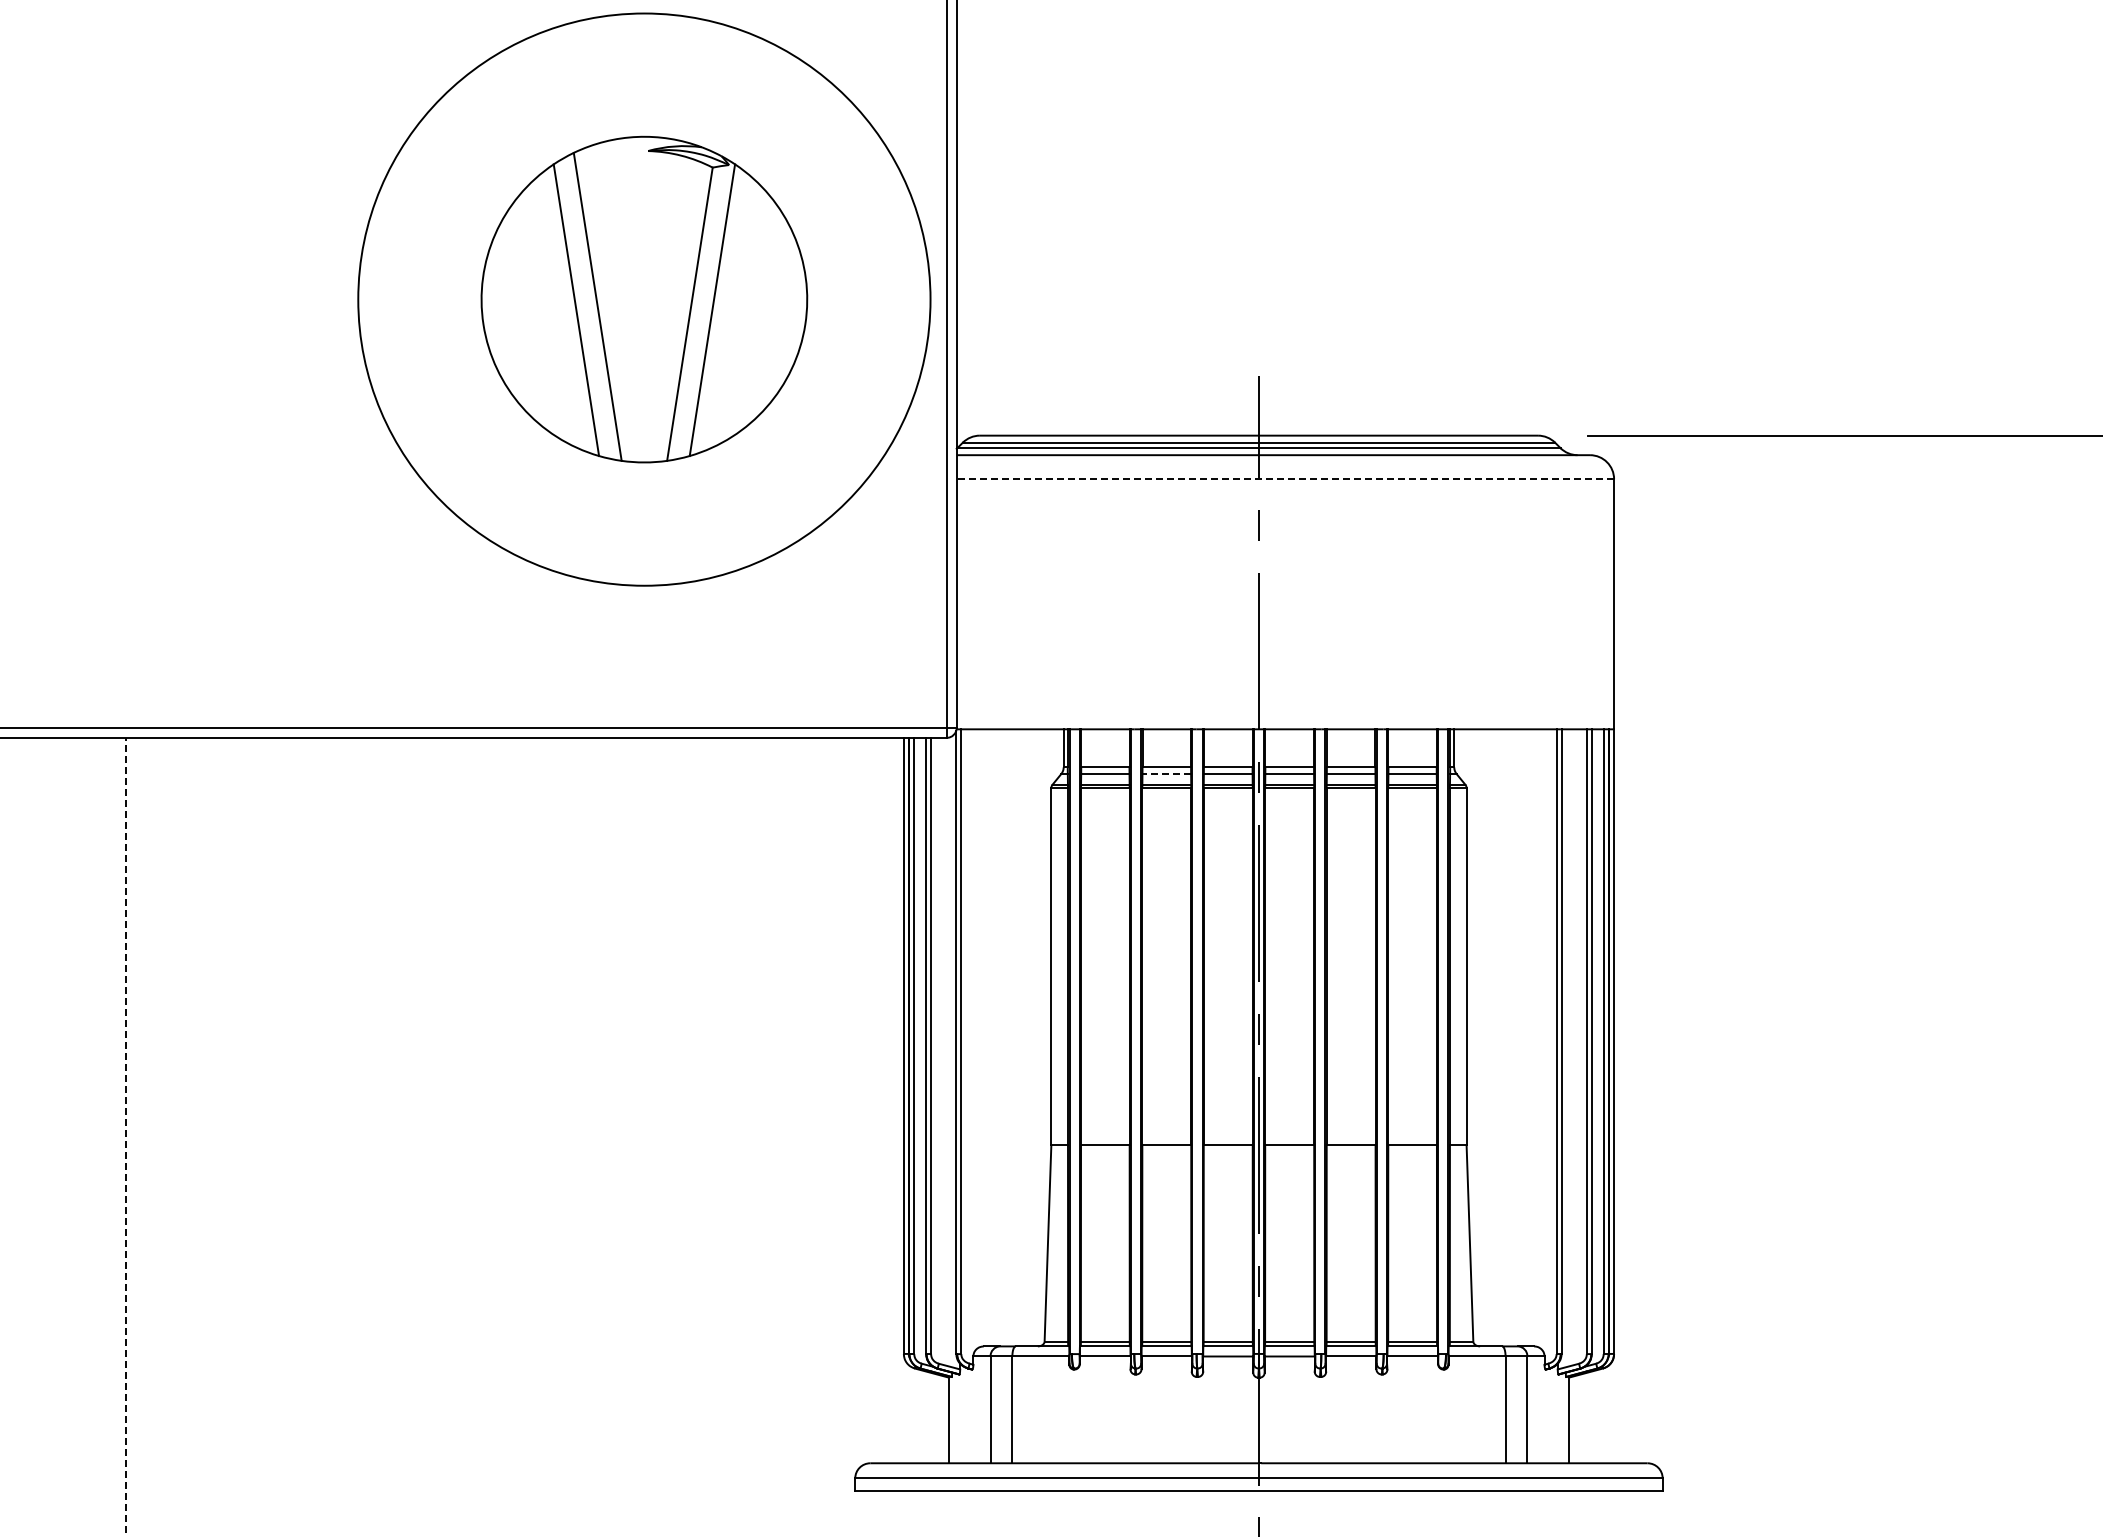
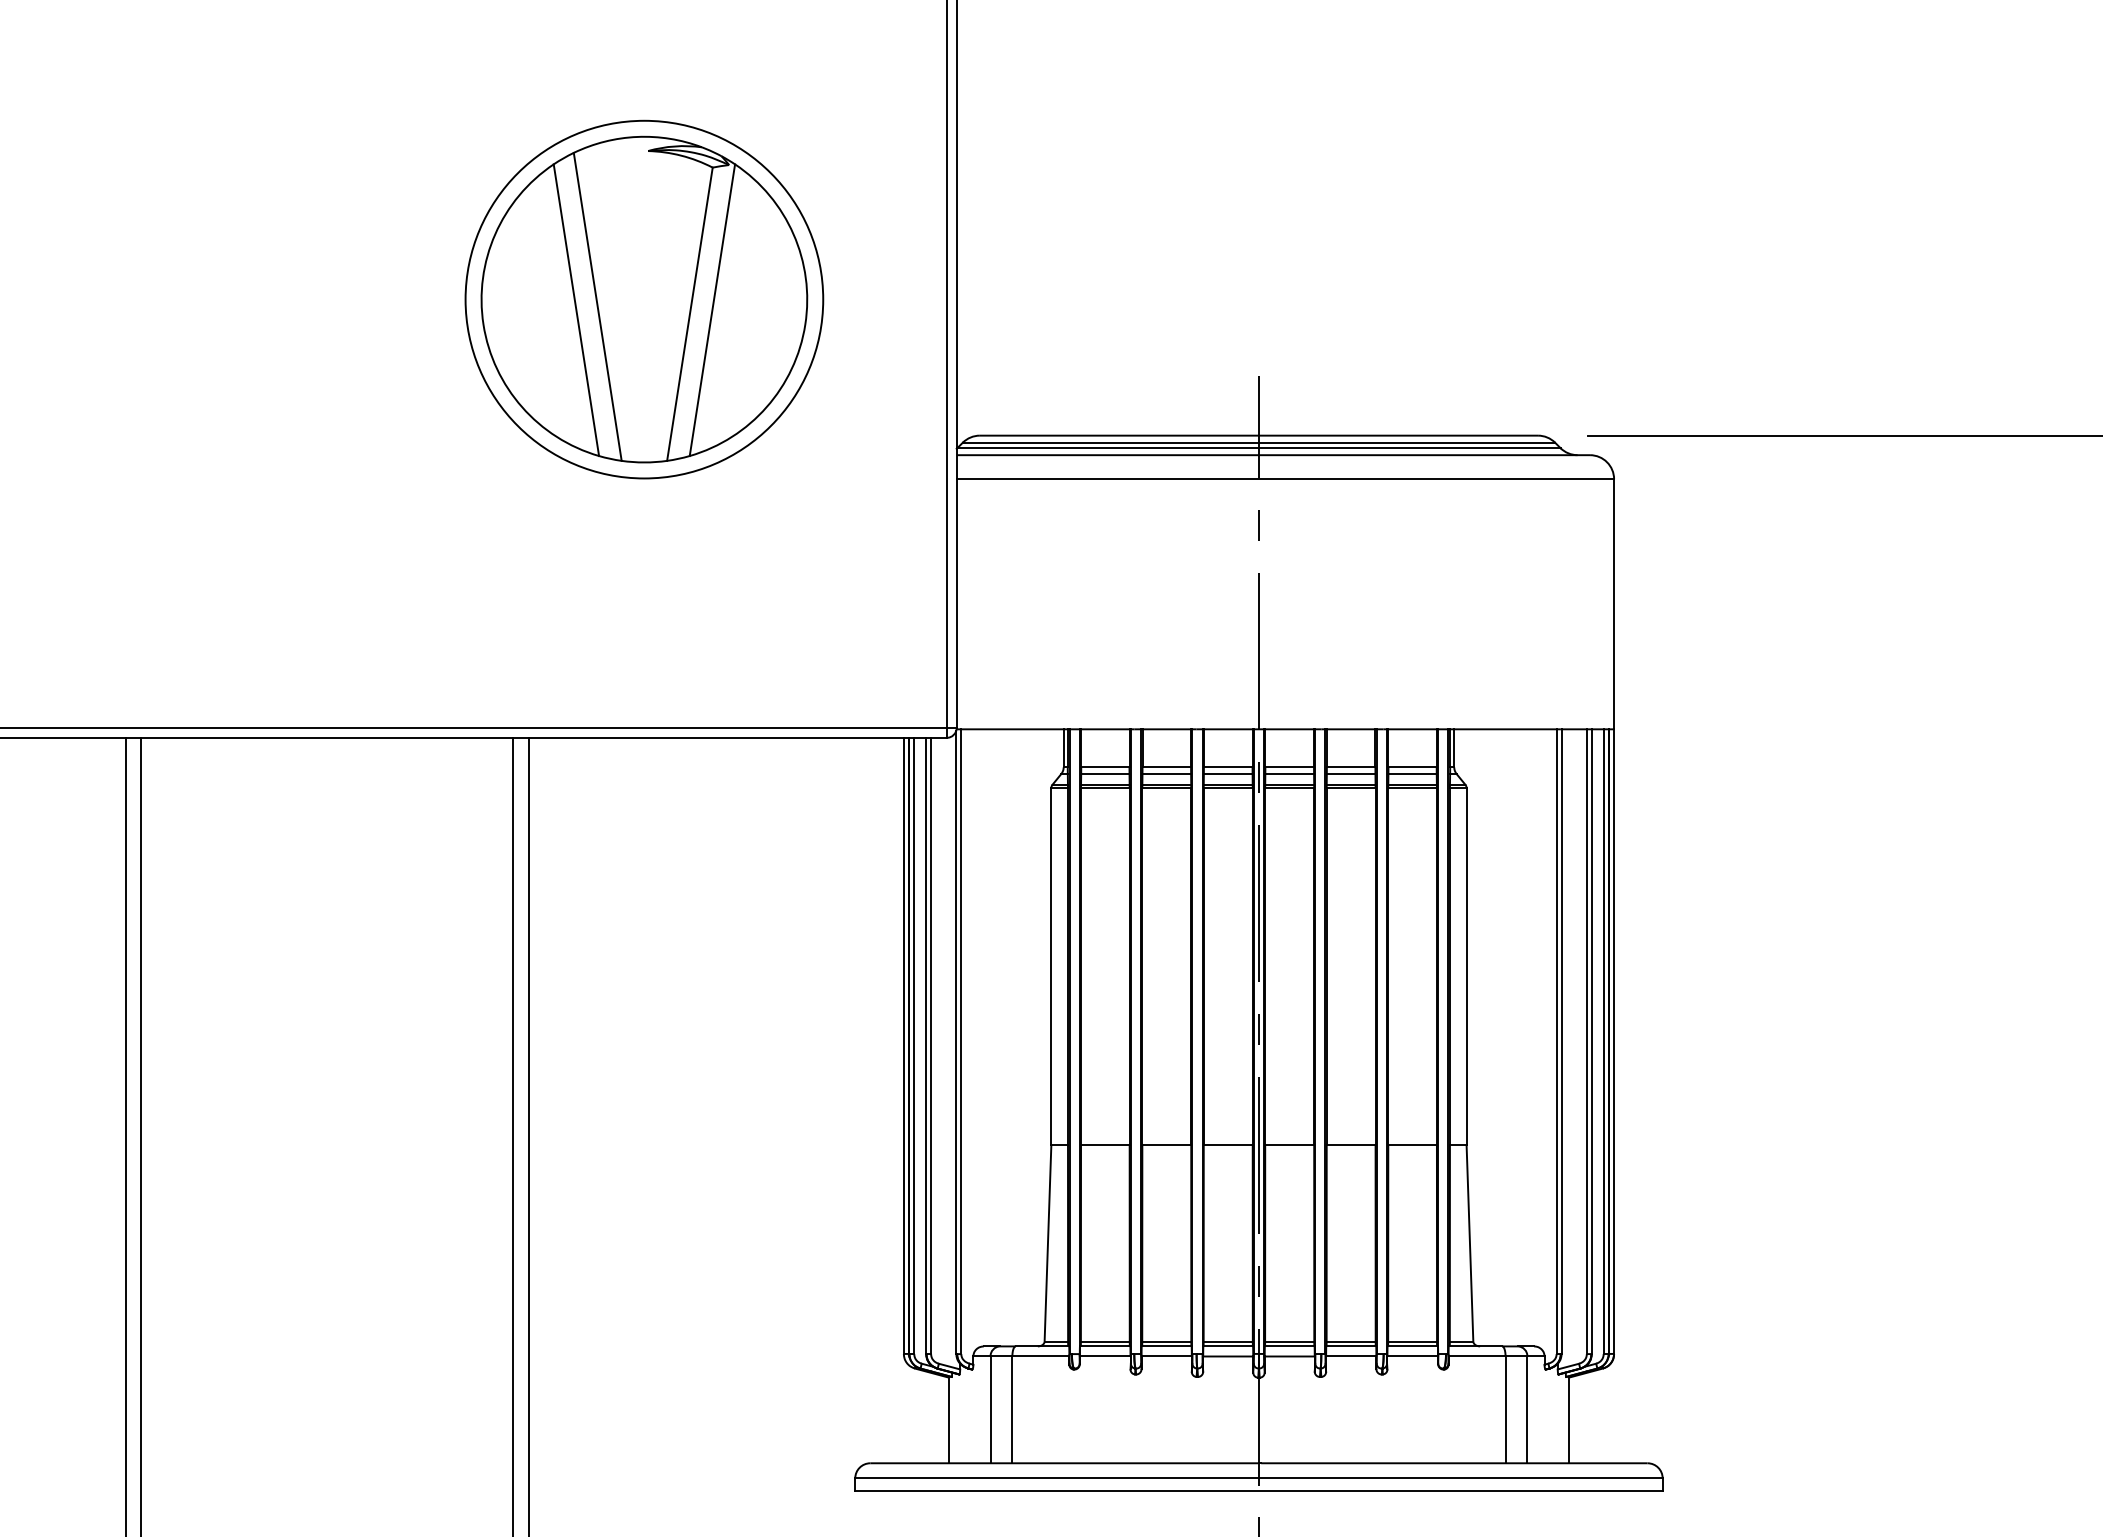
circle at (644, 299) diameter: 572 px -> 358 px
line at (1285, 479): dashed -> solid
line at (1166, 774): dashed -> solid
line at (140, 1135): none -> present
line at (513, 1135): none -> present
line at (528, 1135): none -> present
line at (125, 1136): dashed -> solid
